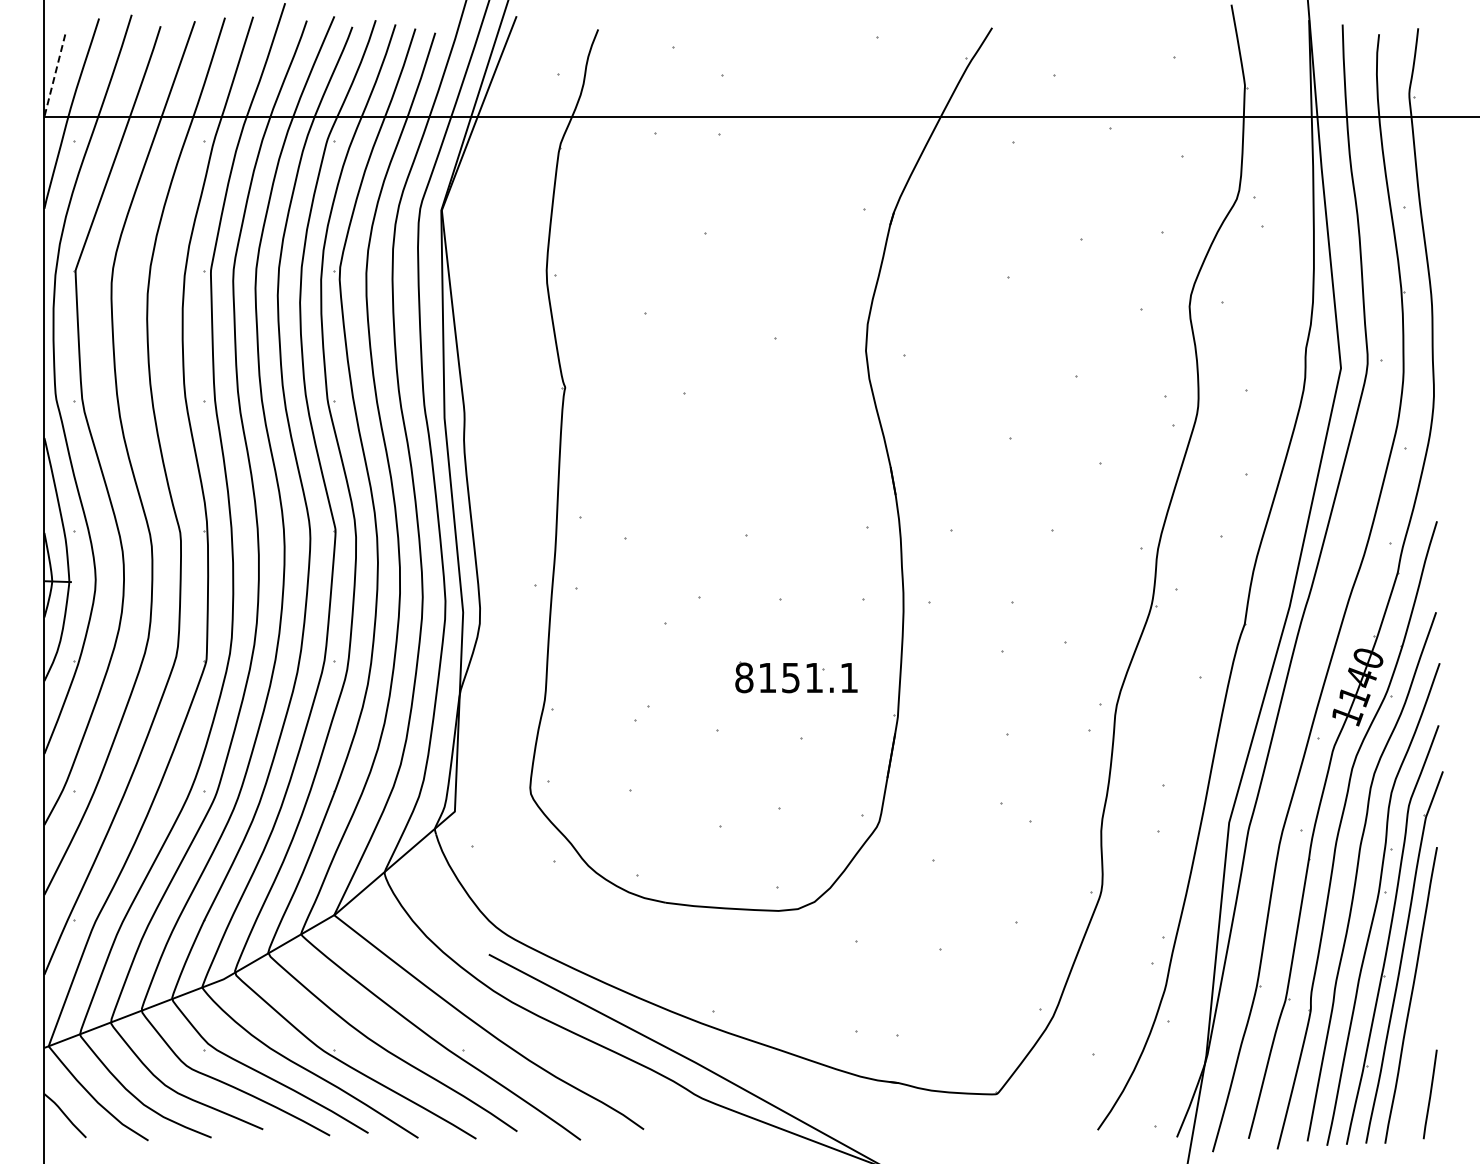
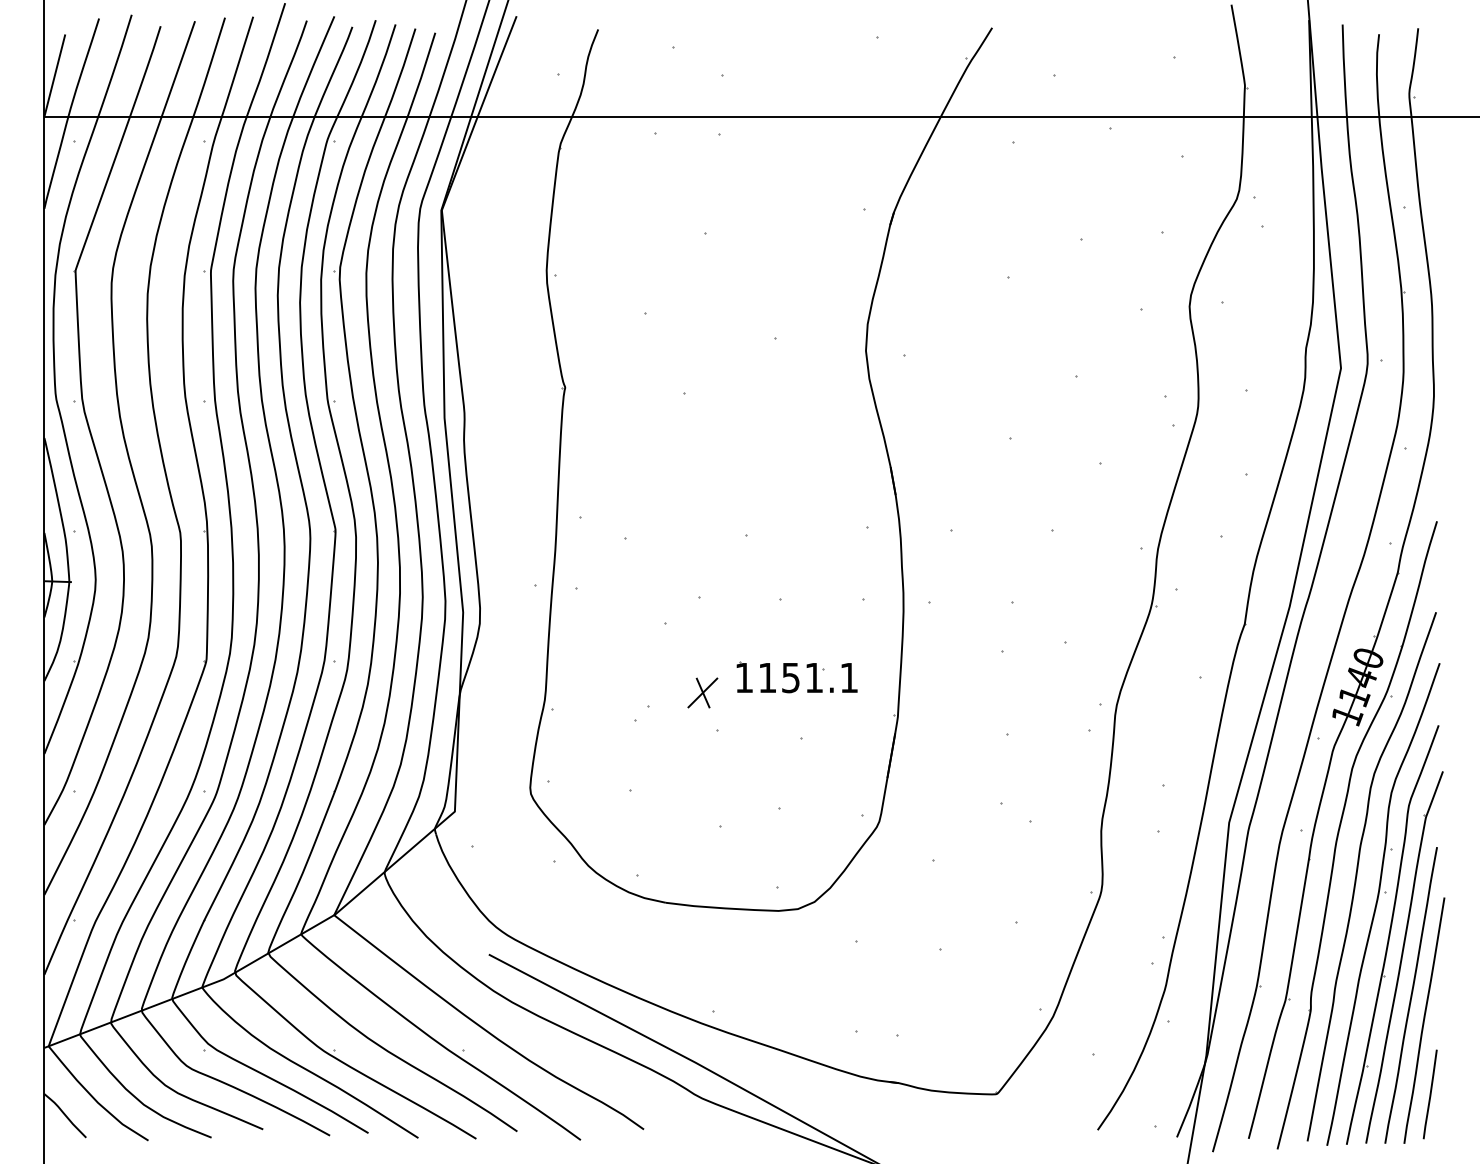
line at (54, 75): dashed -> solid
text at (744, 677): 8151.1 -> 1151.1
part at (702, 692): none -> present
line at (1424, 1020): none -> present
